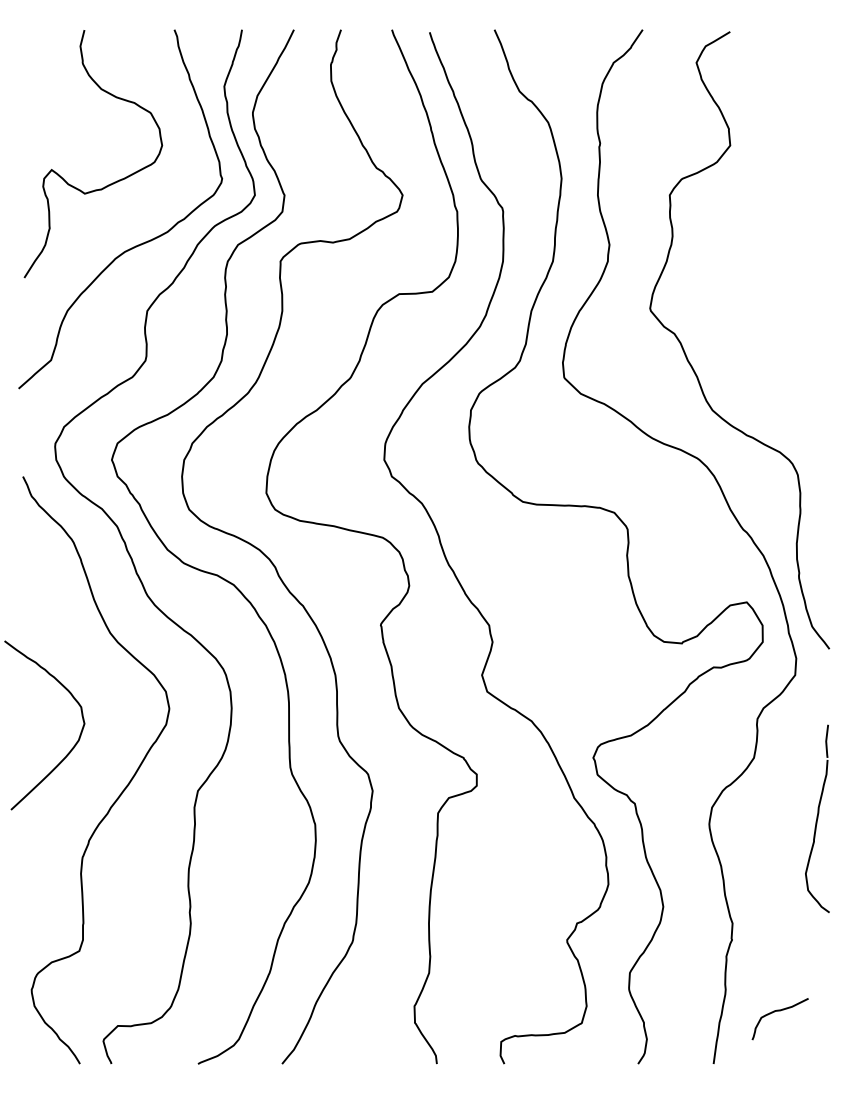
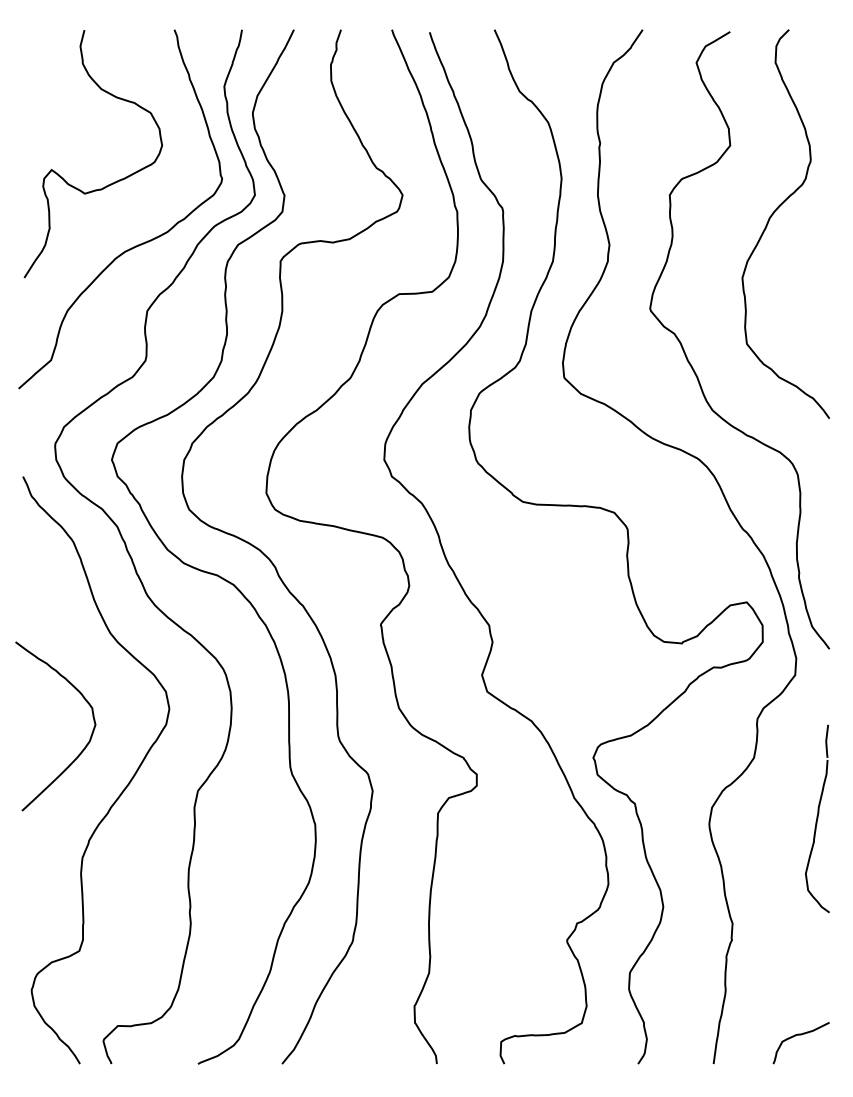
curve at (772, 216): none -> present
curve at (70, 749) position: (70, 749) -> (81, 750)
curve at (779, 1011) position: (779, 1011) -> (800, 1035)
